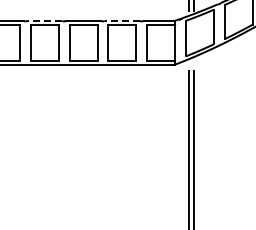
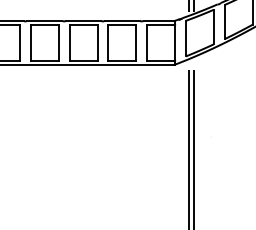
line at (44, 20): dashed -> solid
line at (122, 20): dashed -> solid
